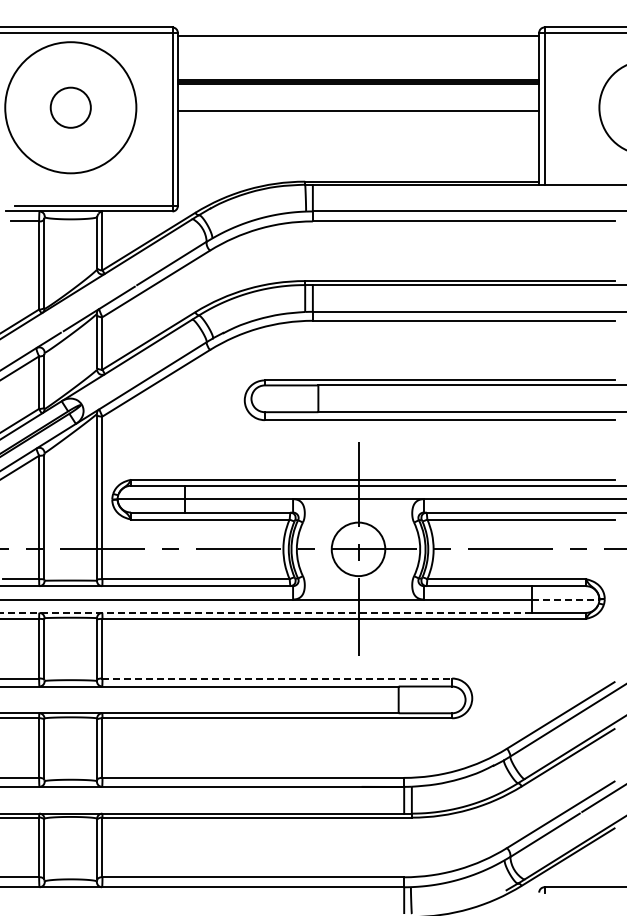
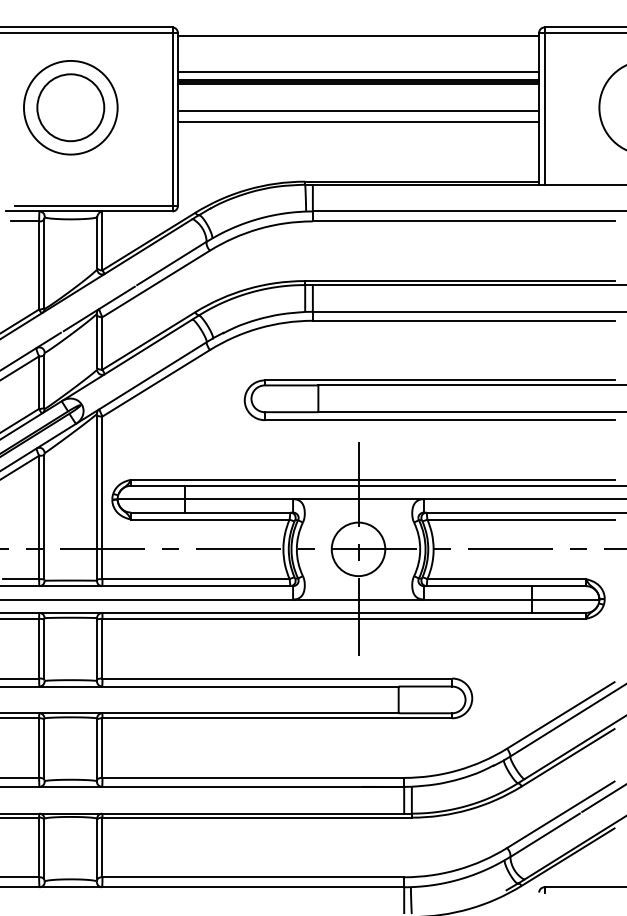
line at (358, 72): none -> present
circle at (70, 107) diameter: 131 px -> 94 px
circle at (70, 107) diameter: 40 px -> 67 px
line at (358, 122): none -> present
line at (566, 599): dashed -> solid
line at (266, 612): dashed -> solid
line at (277, 678): dashed -> solid
